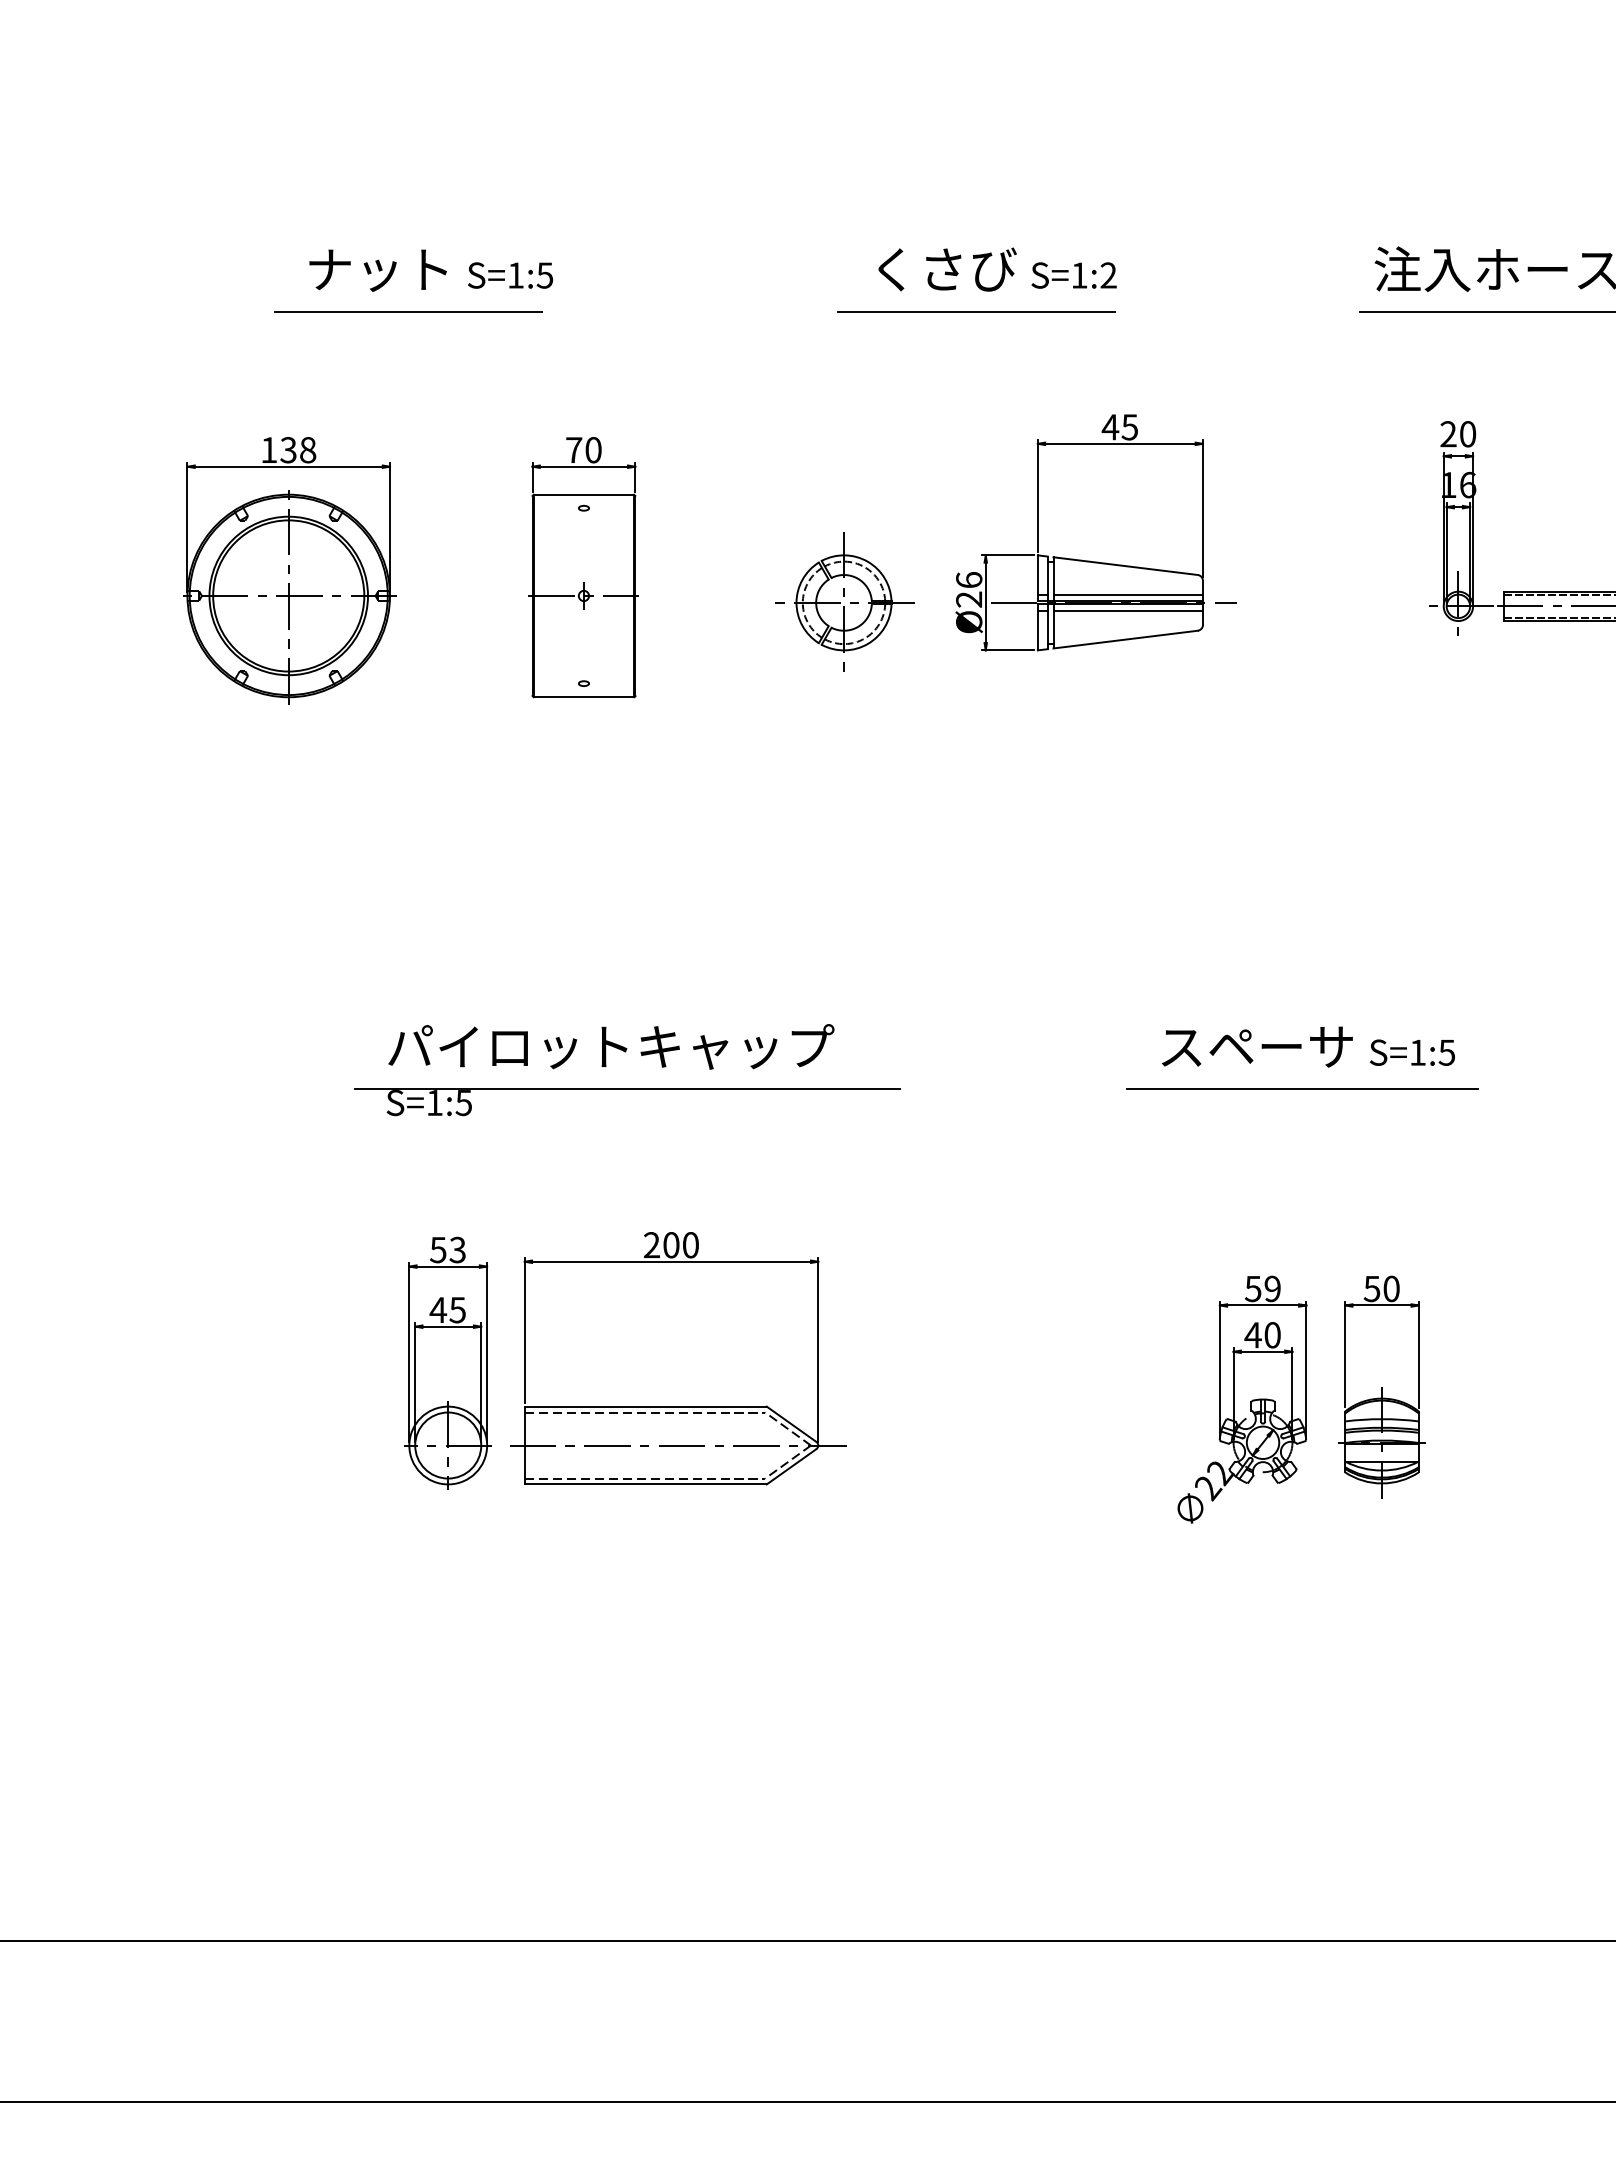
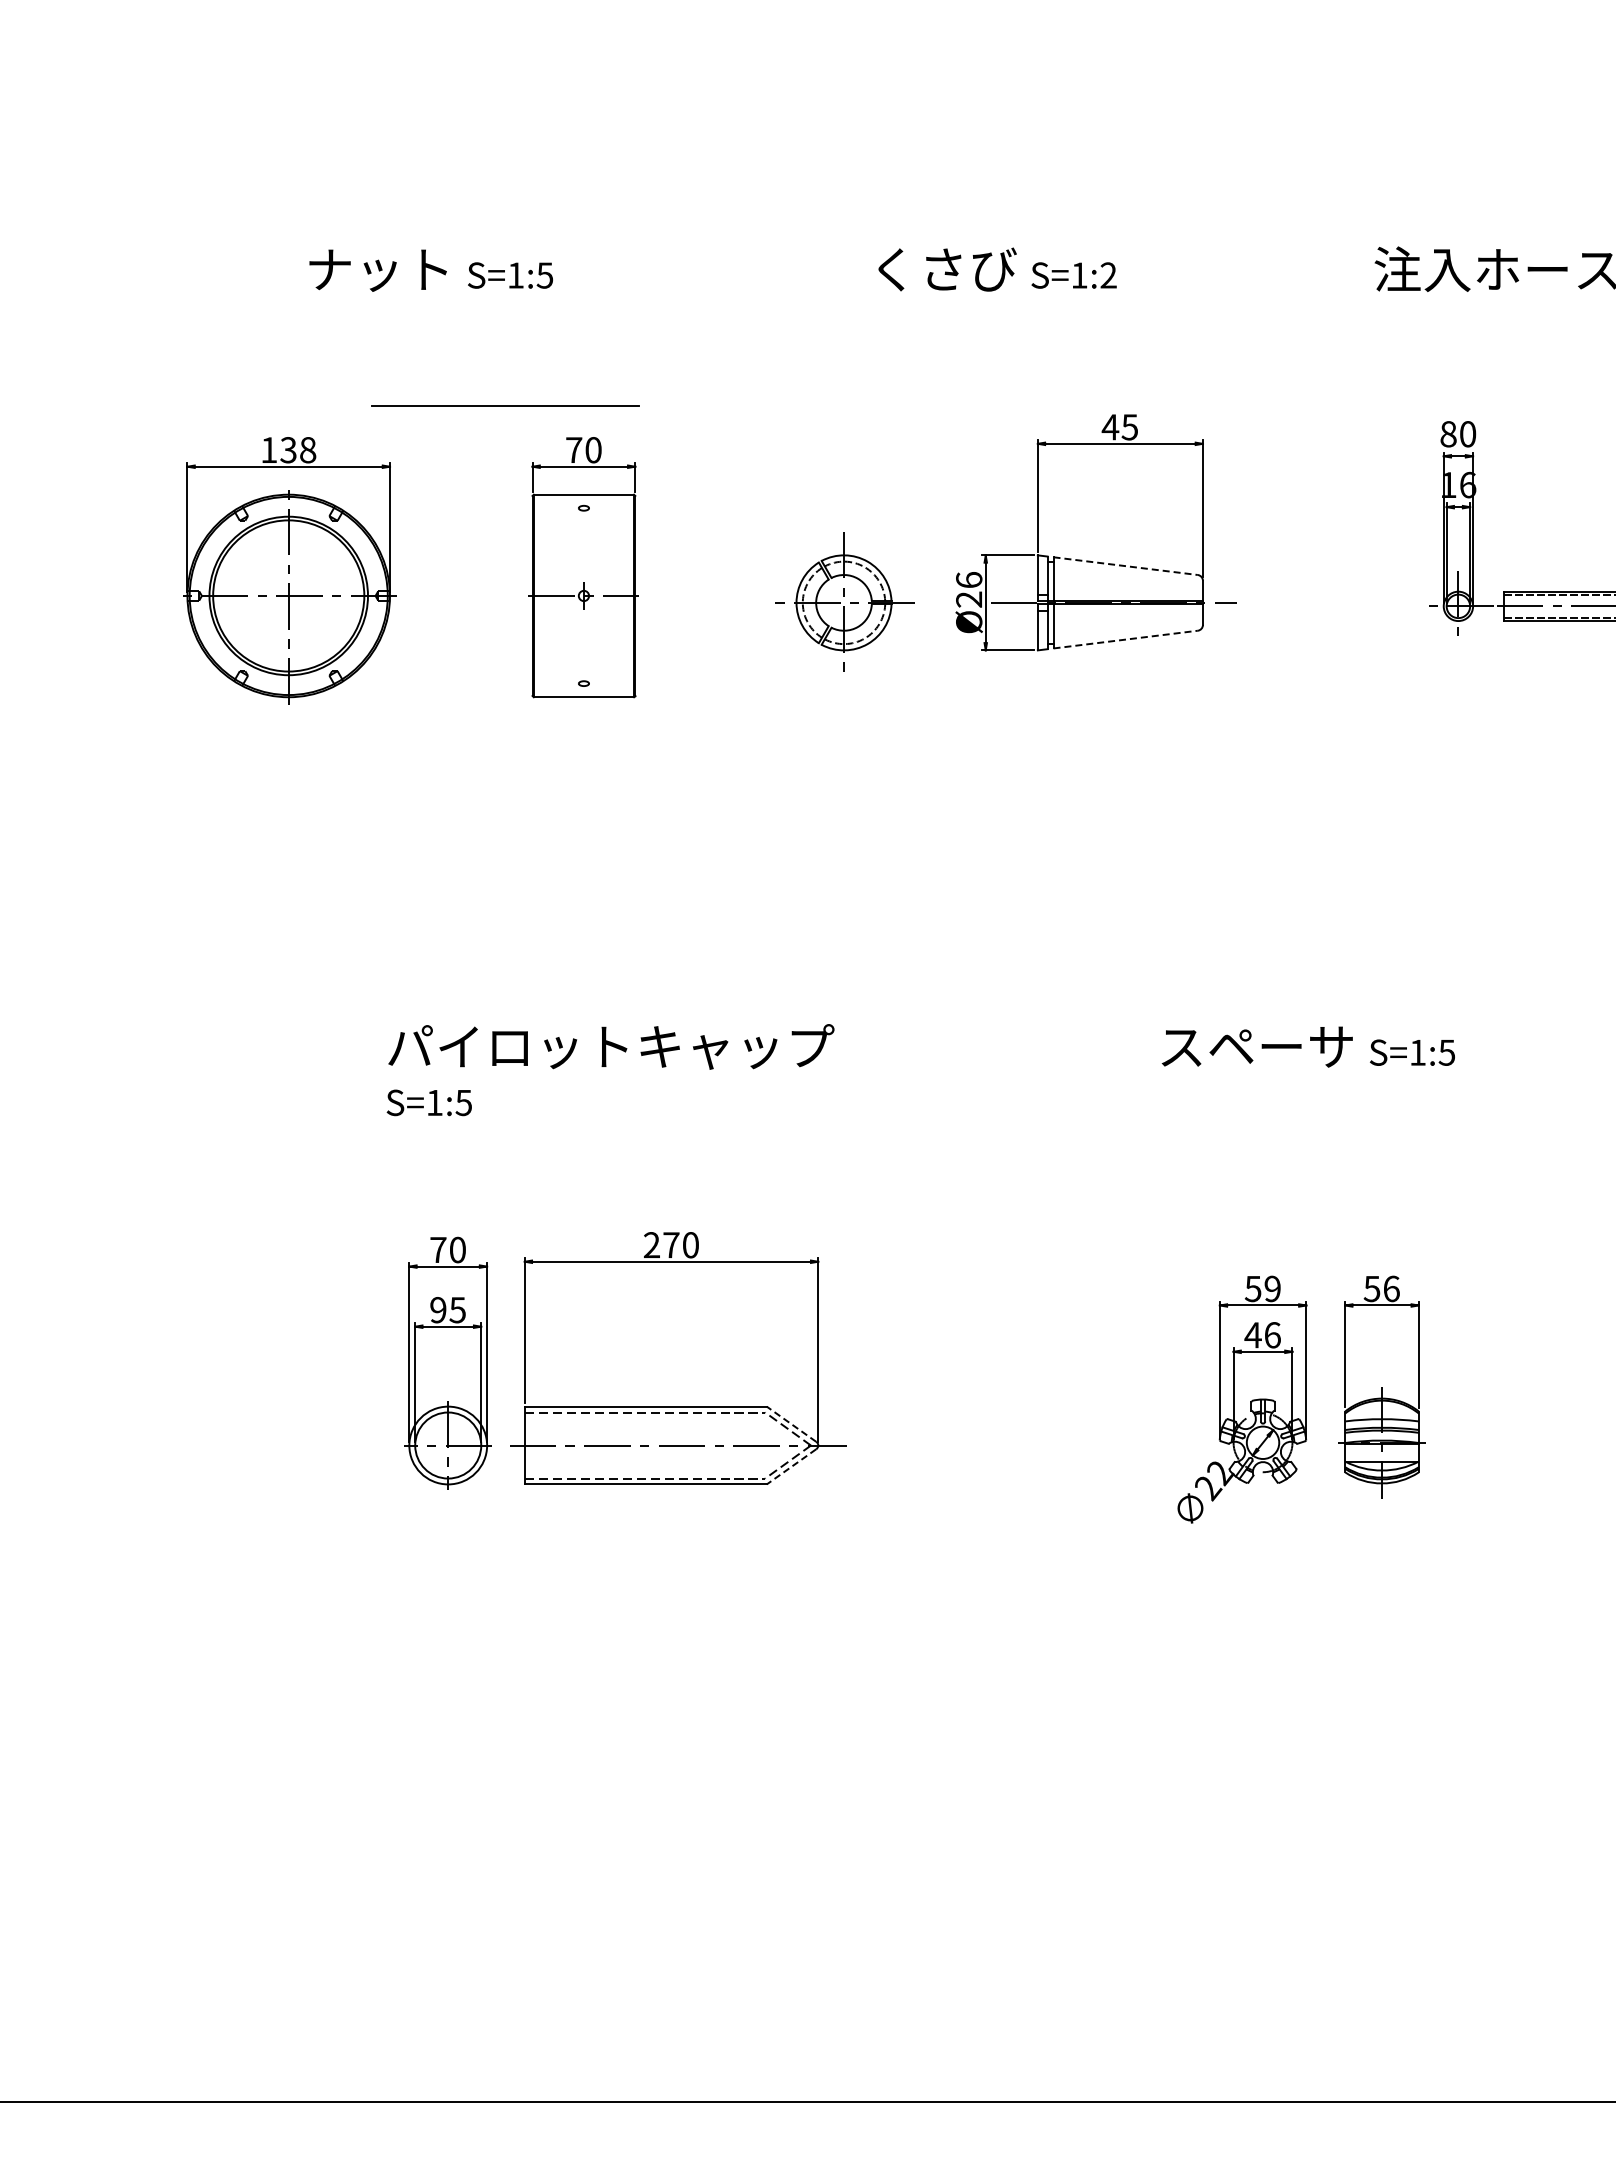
line at (408, 311) position: (408, 311) -> (505, 405)
line at (976, 311): present -> none
line at (1485, 312): present -> none
text at (1448, 434): 20 -> 80
line at (1125, 566): solid -> dashed
line at (1127, 594): present -> none
line at (1127, 610): present -> none
line at (1125, 639): solid -> dashed
line at (627, 1089): present -> none
line at (1302, 1089): present -> none
text at (671, 1245): 200 -> 270
text at (447, 1249): 53 -> 70
text at (1391, 1288): 50 -> 56
text at (438, 1310): 45 -> 95
text at (1272, 1335): 40 -> 46
line at (791, 1423): solid -> dashed
line at (791, 1467): solid -> dashed
line at (807, 1940): present -> none
